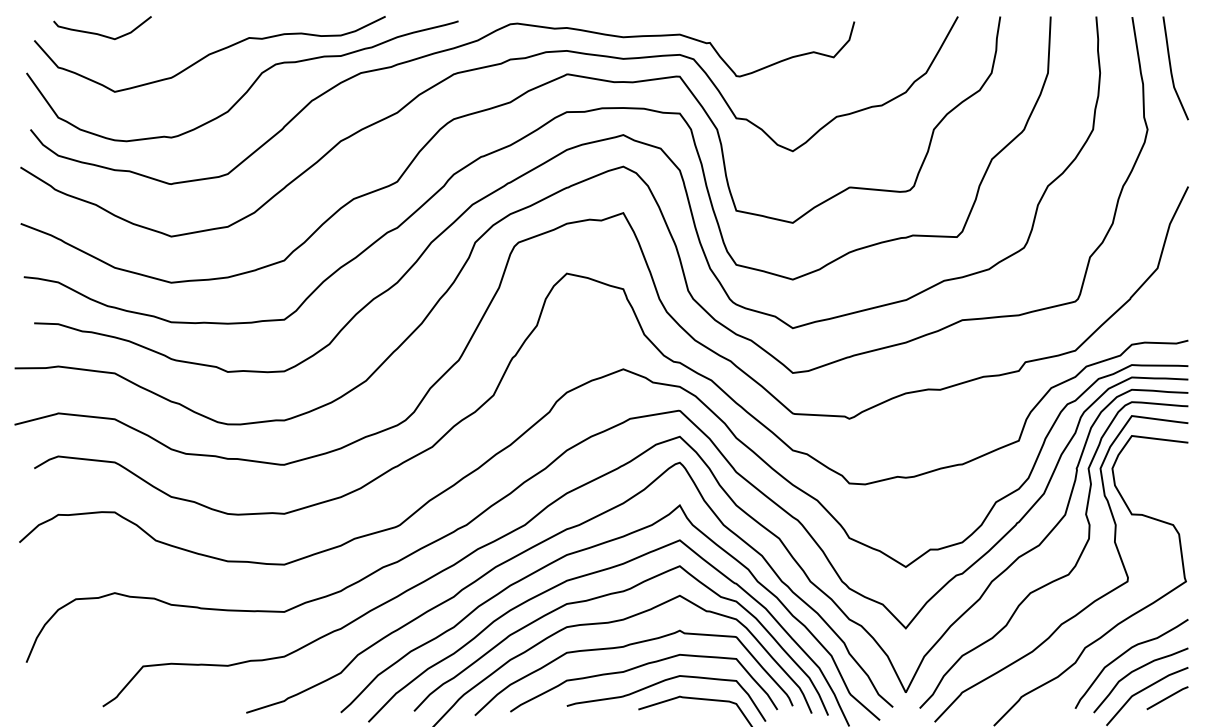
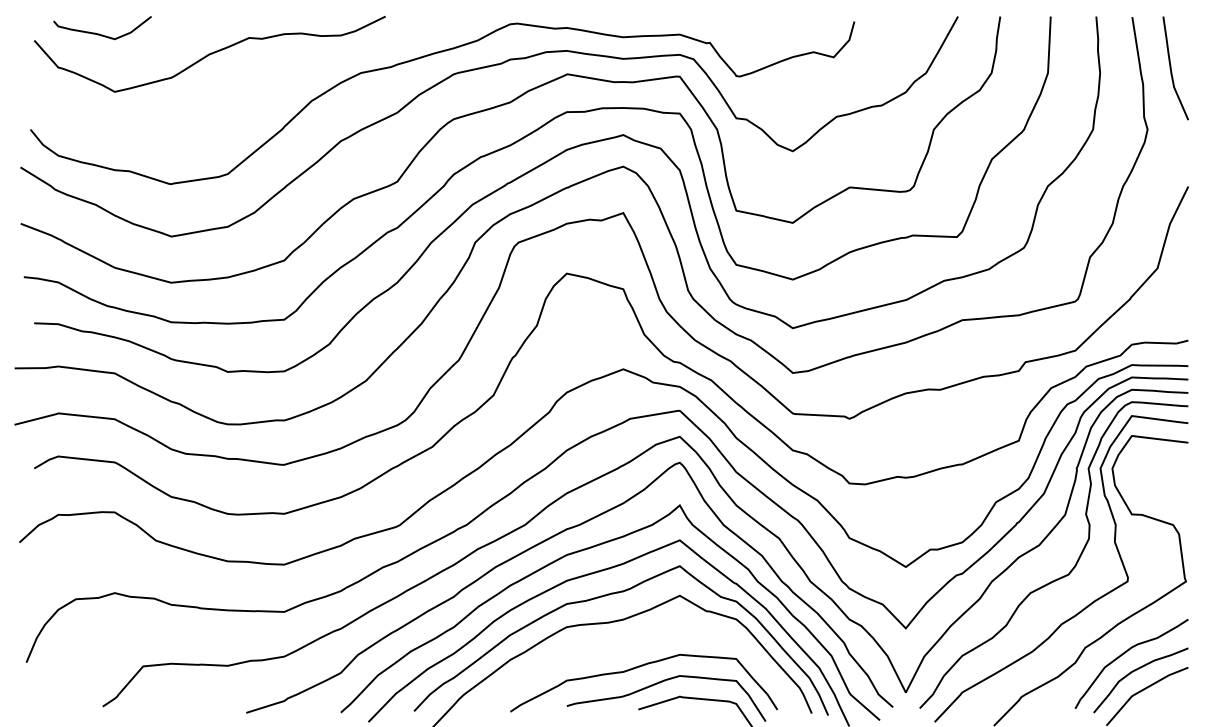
curve at (250, 85): present -> none
curve at (624, 647): present -> none
line at (1167, 698): present -> none
